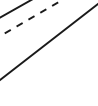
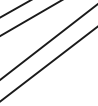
line at (30, 18): dashed -> solid
line at (48, 64): none -> present
